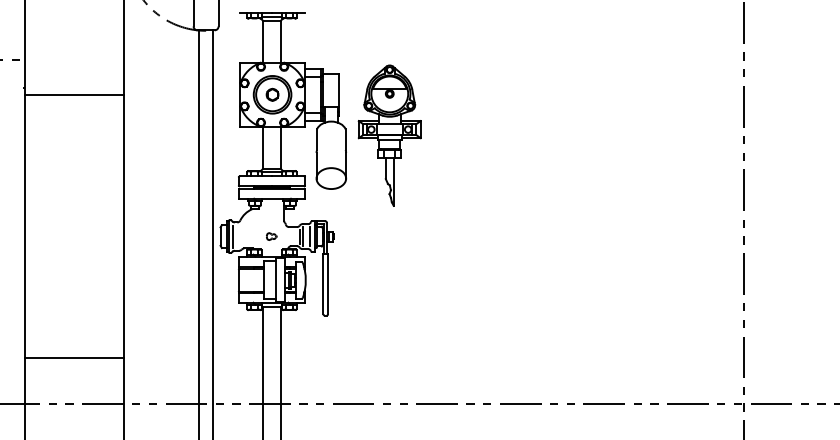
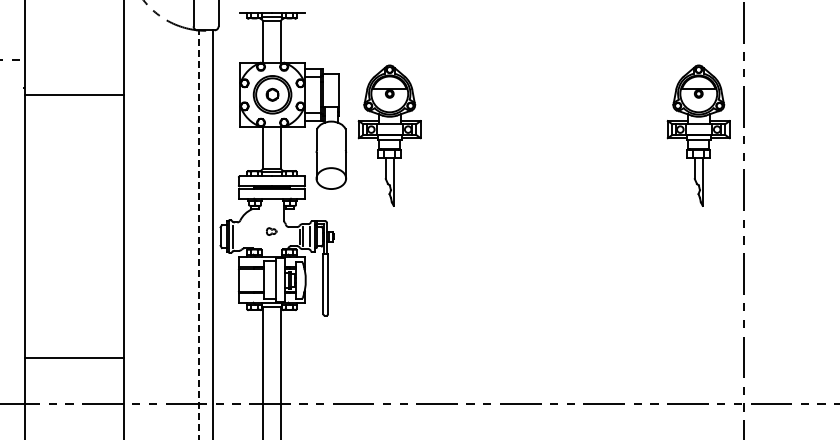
part at (698, 135): none -> present
line at (199, 235): solid -> dashed
part at (271, 236) position: (271, 236) -> (271, 231)
